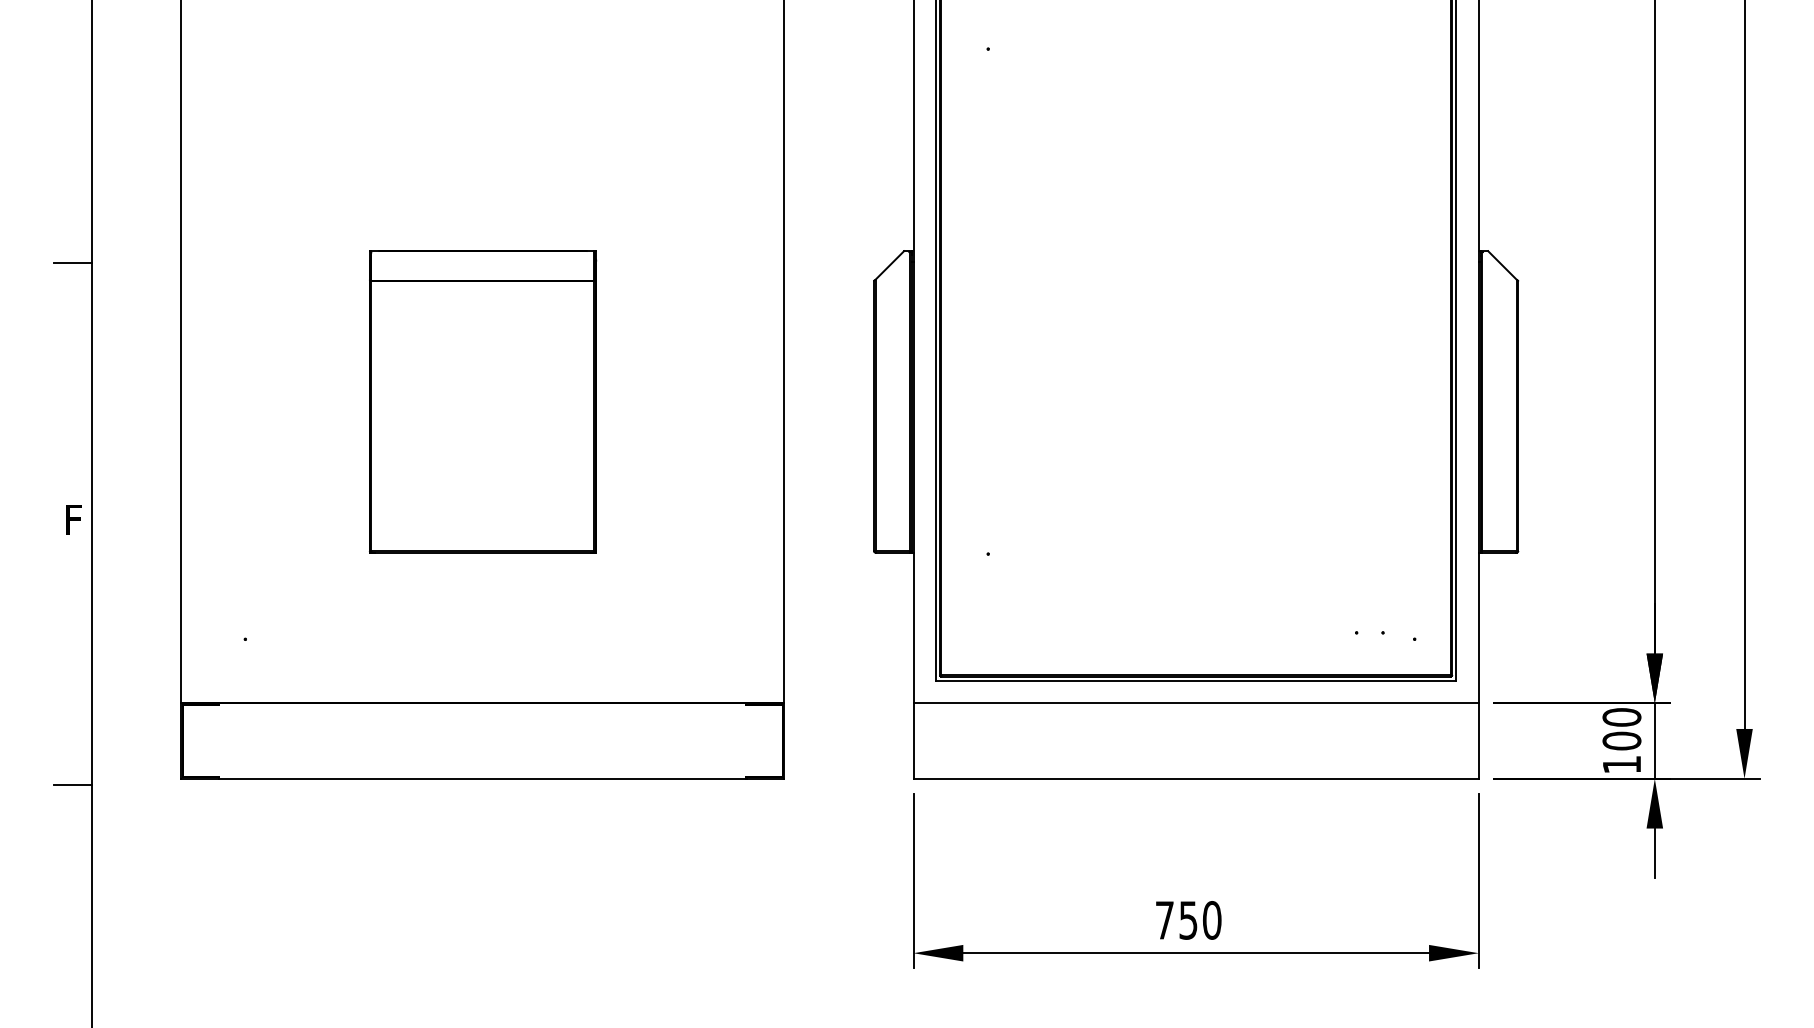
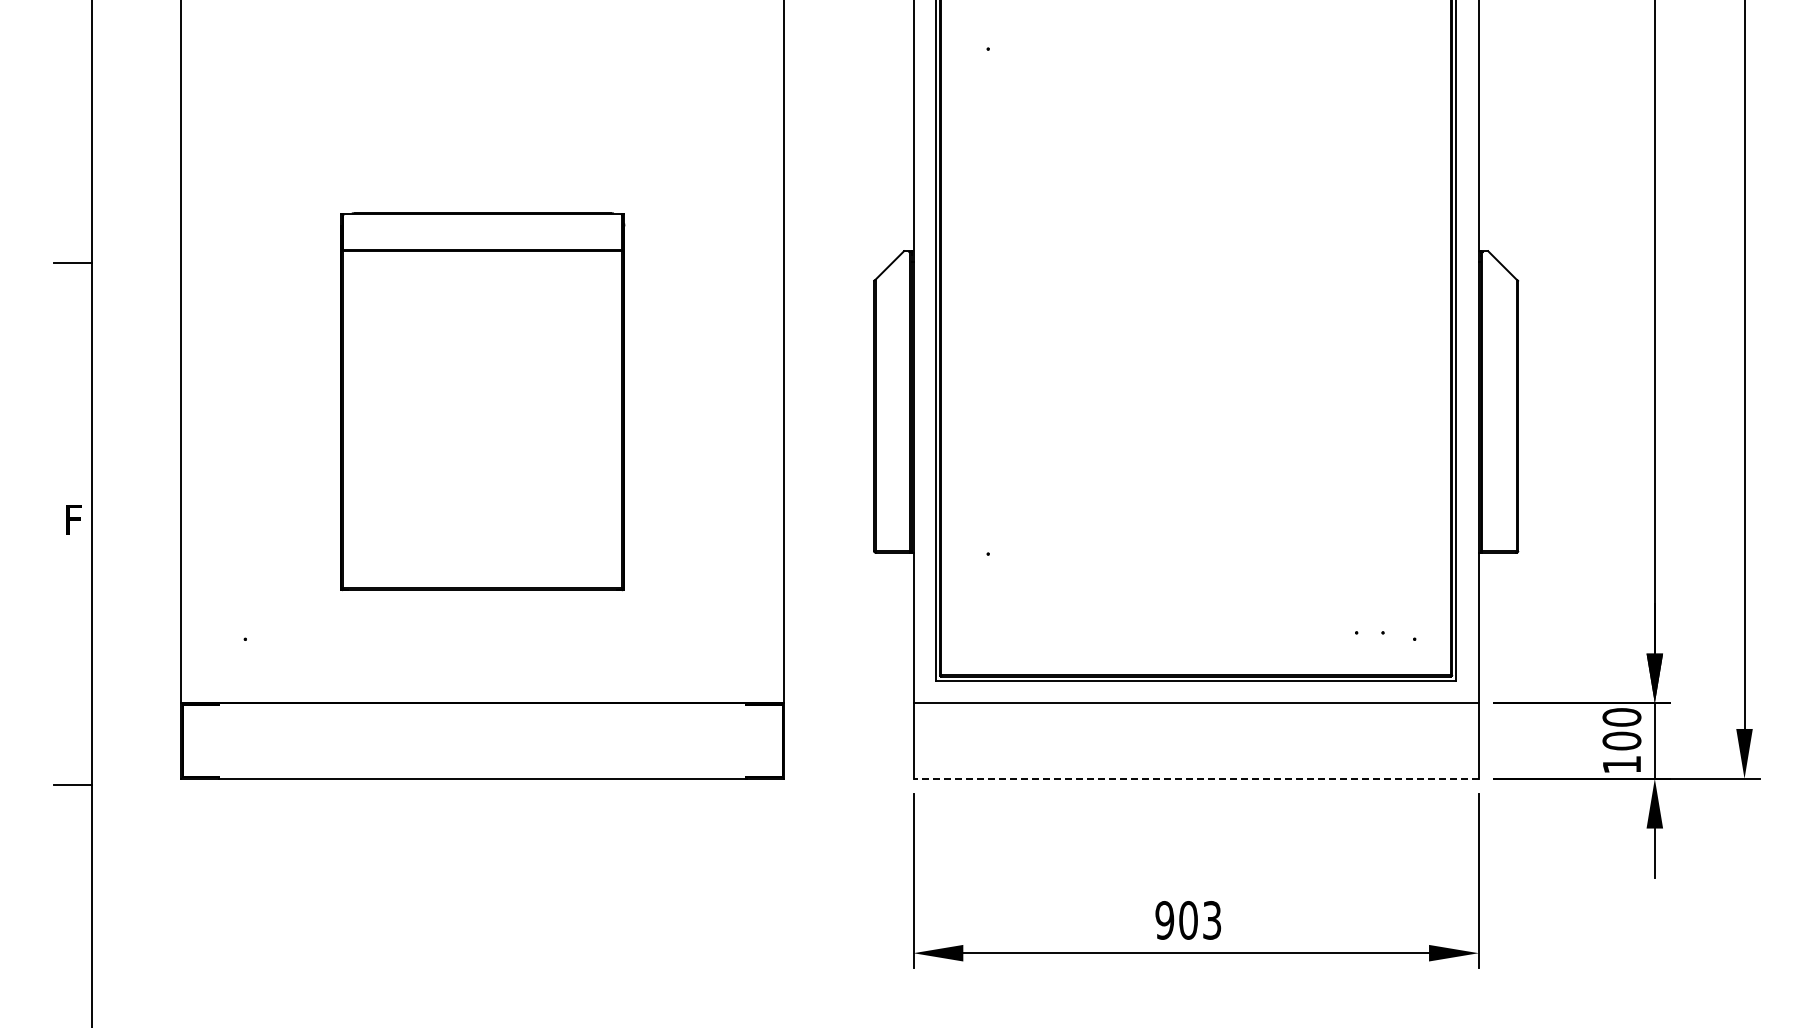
part at (483, 401) size: 229x304 px -> 286x380 px
line at (1196, 778): solid -> dashed
text at (1188, 920): 750 -> 903
